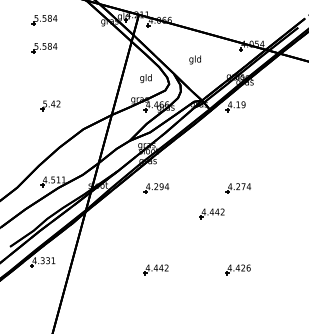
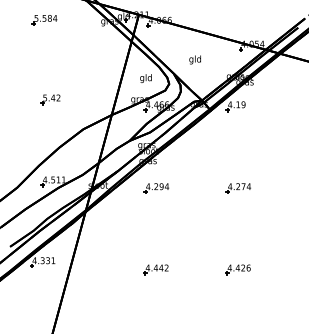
part at (44, 48): present -> none
part at (50, 105) position: (50, 105) -> (50, 99)
part at (211, 213): present -> none
